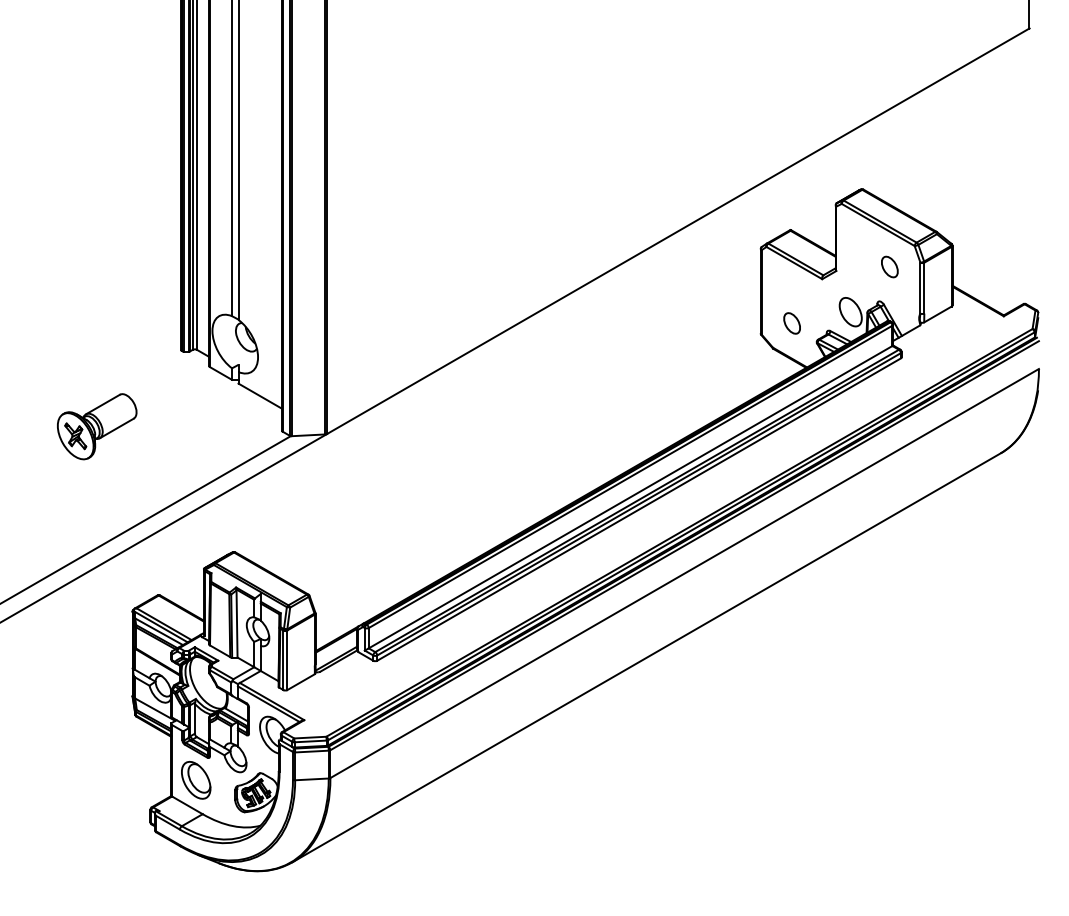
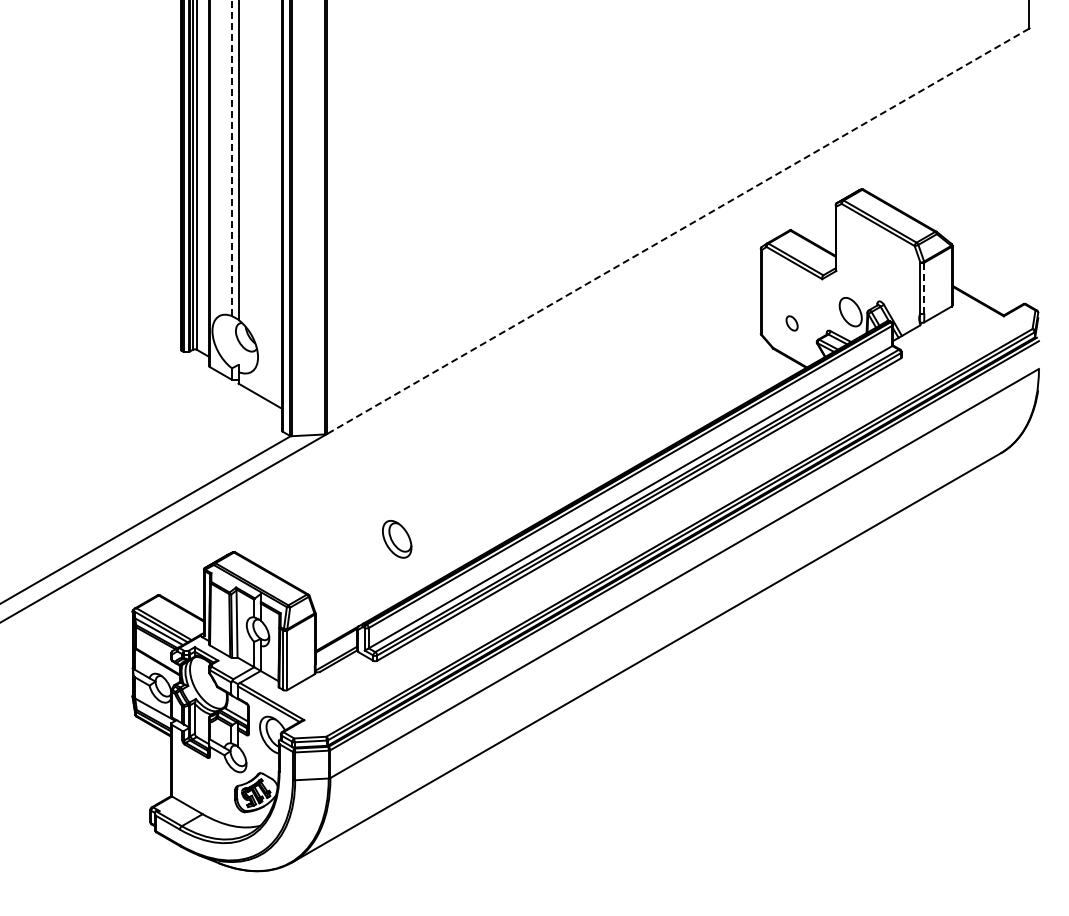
line at (232, 158): solid -> dashed
line at (677, 231): solid -> dashed
part at (889, 266): present -> none
line at (924, 287): solid -> dashed
part at (791, 323) size: 18x23 px -> 14x17 px
part at (97, 426): present -> none
part at (196, 780) position: (196, 780) -> (397, 539)
